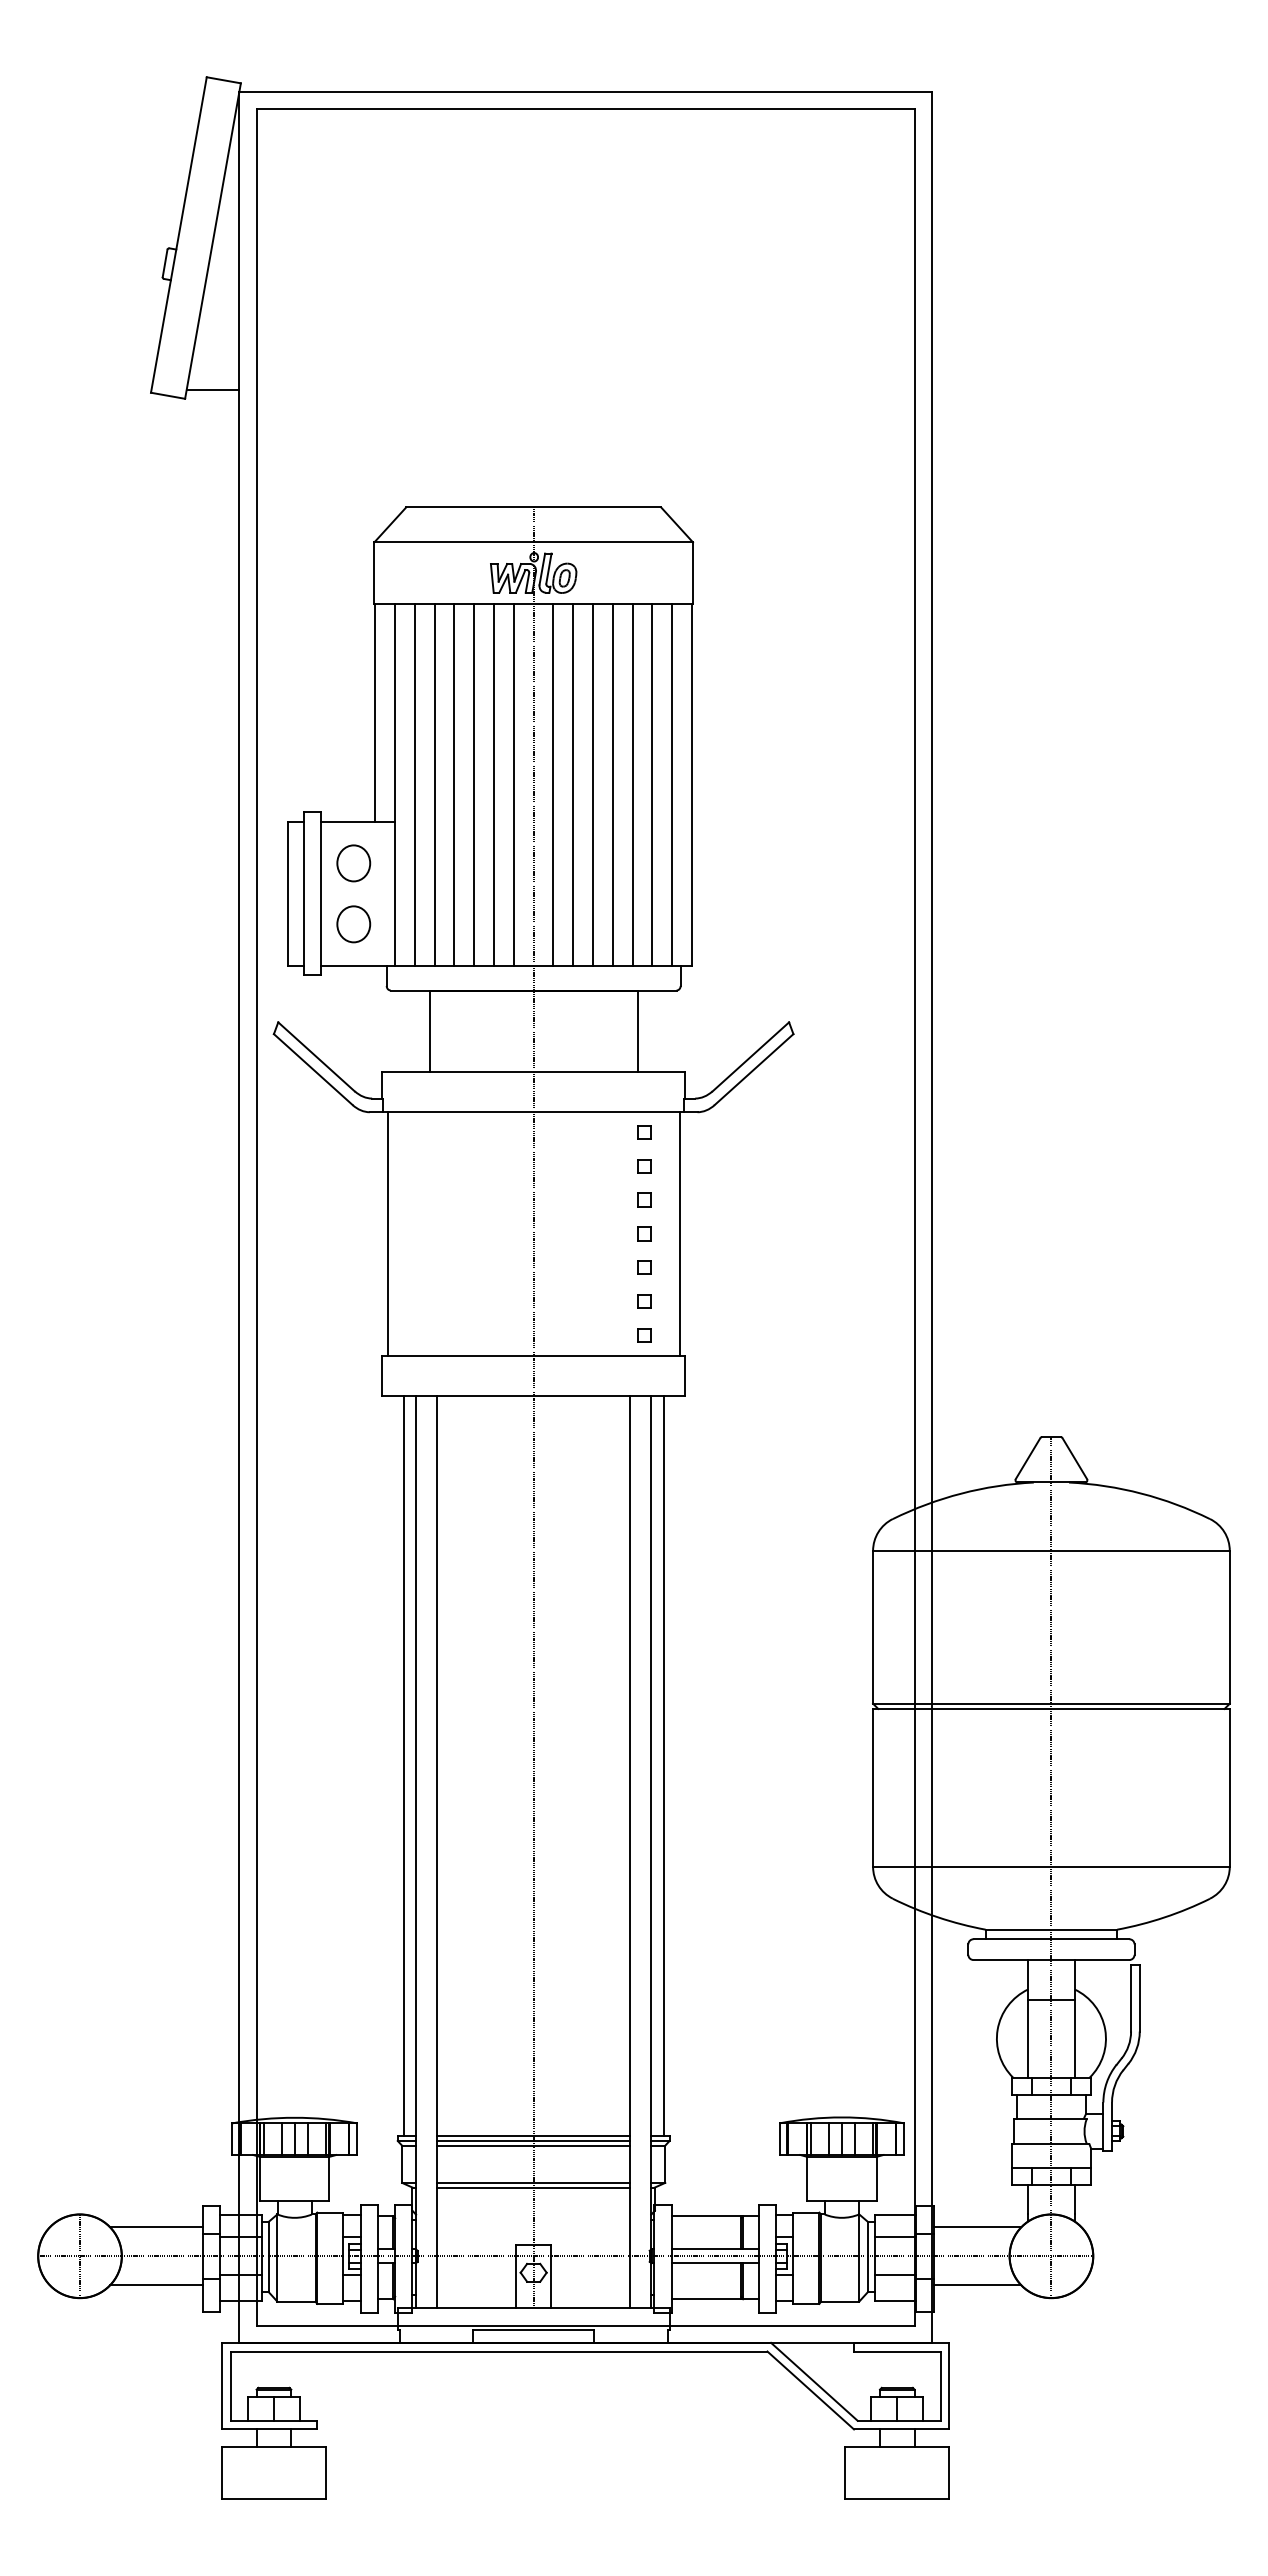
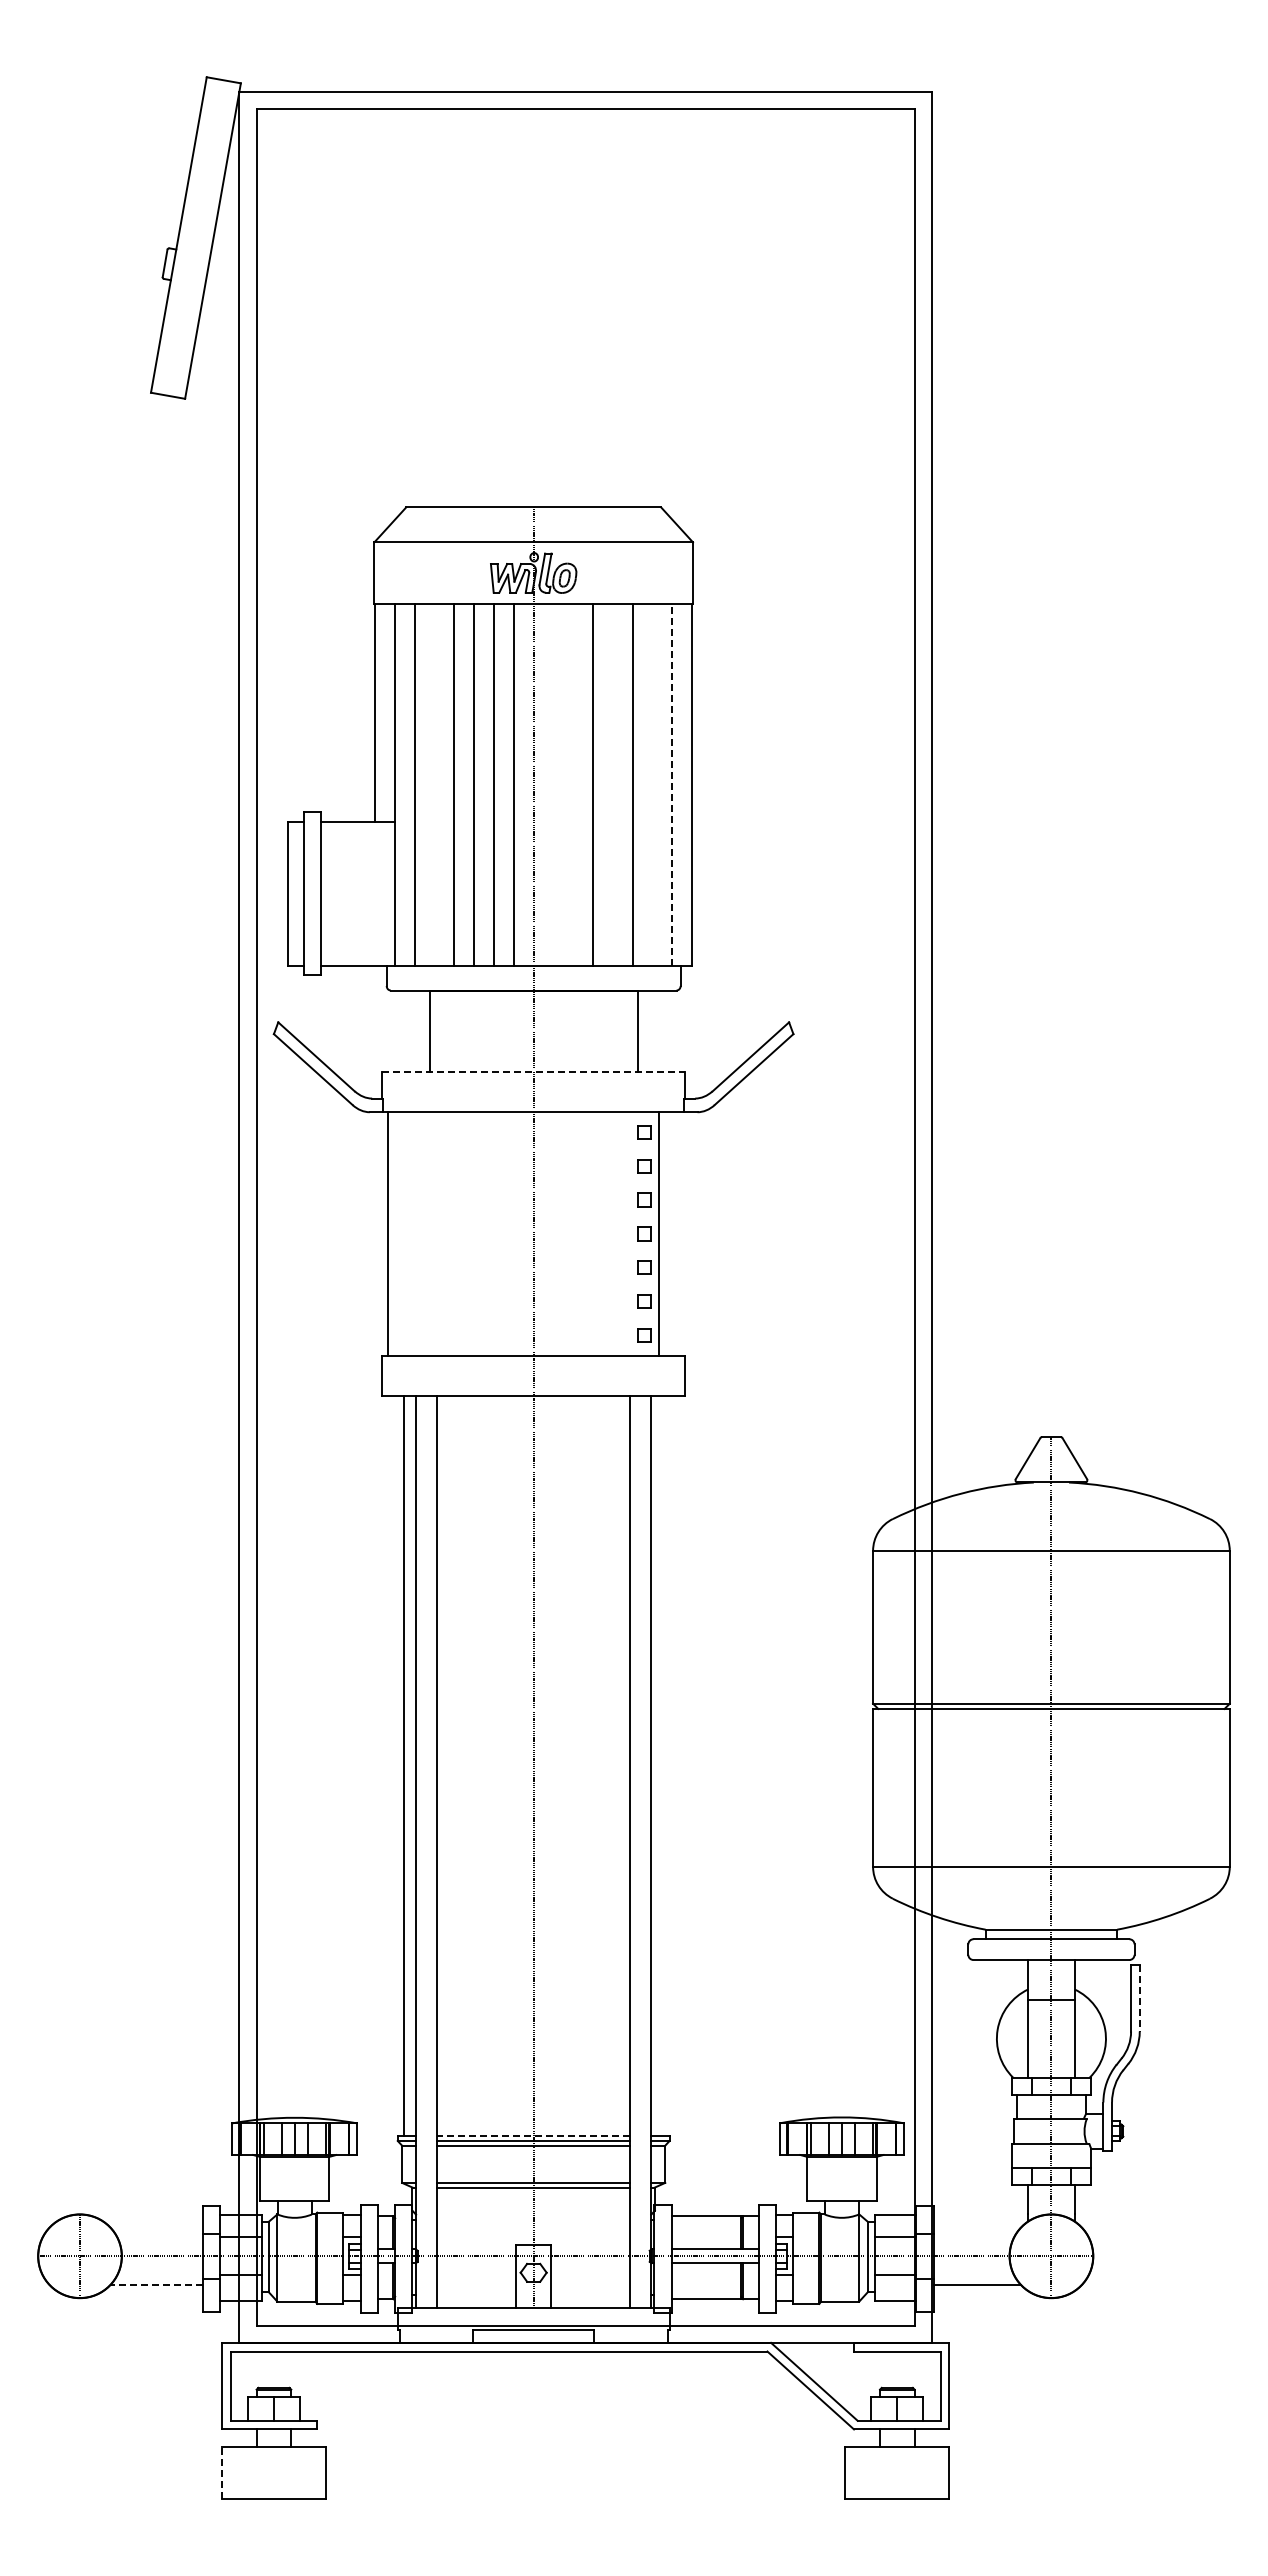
line at (212, 390): present -> none
line at (672, 784): solid -> dashed
line at (434, 785): present -> none
line at (553, 785): present -> none
line at (573, 785): present -> none
line at (613, 785): present -> none
line at (652, 785): present -> none
part at (353, 863): present -> none
part at (353, 924): present -> none
line at (533, 1071): solid -> dashed
line at (679, 1233) position: (679, 1233) -> (658, 1233)
line at (663, 1766): present -> none
line at (1139, 1998): solid -> dashed
line at (533, 2136): solid -> dashed
line at (155, 2227): present -> none
line at (977, 2227): present -> none
line at (155, 2285): solid -> dashed
line at (222, 2472): solid -> dashed
